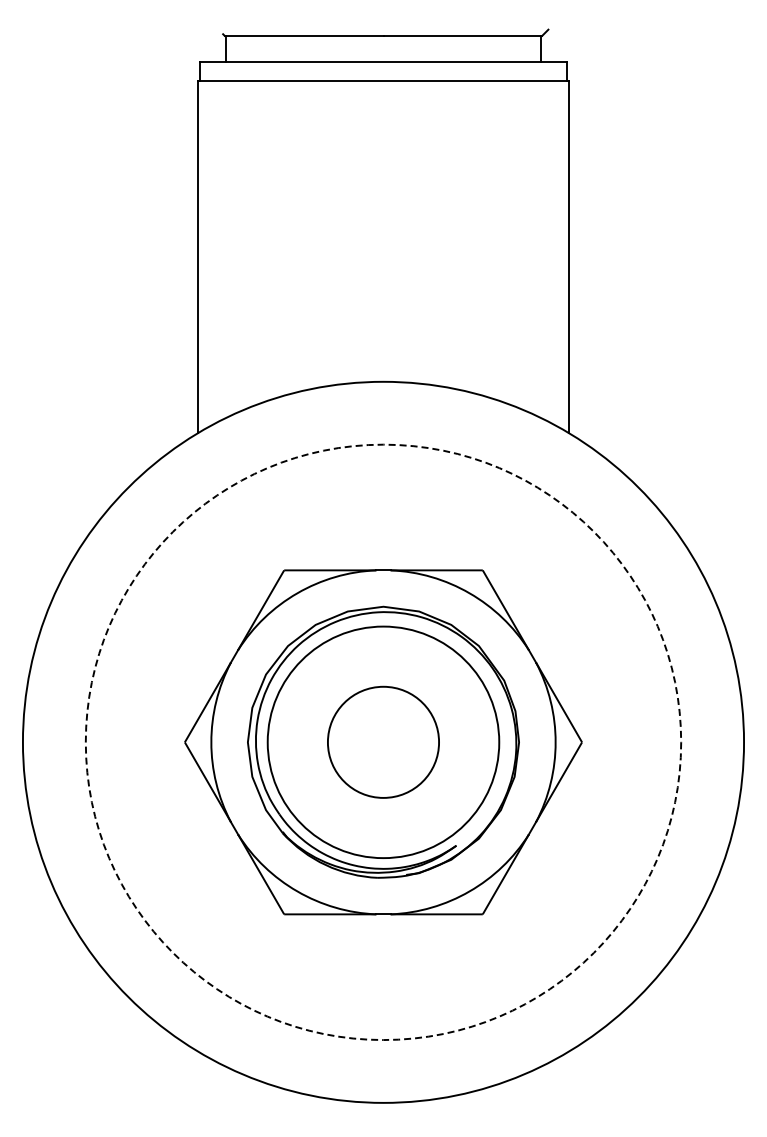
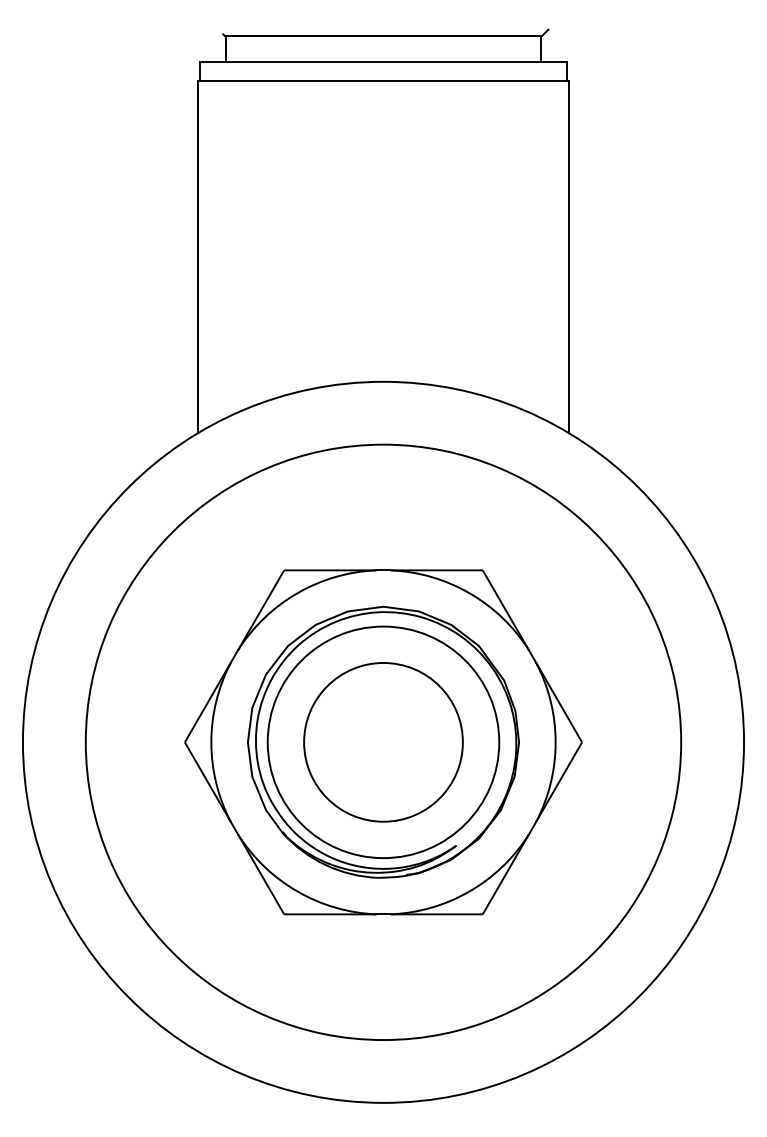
circle at (383, 741) diameter: 111 px -> 159 px
circle at (383, 742): dashed -> solid
